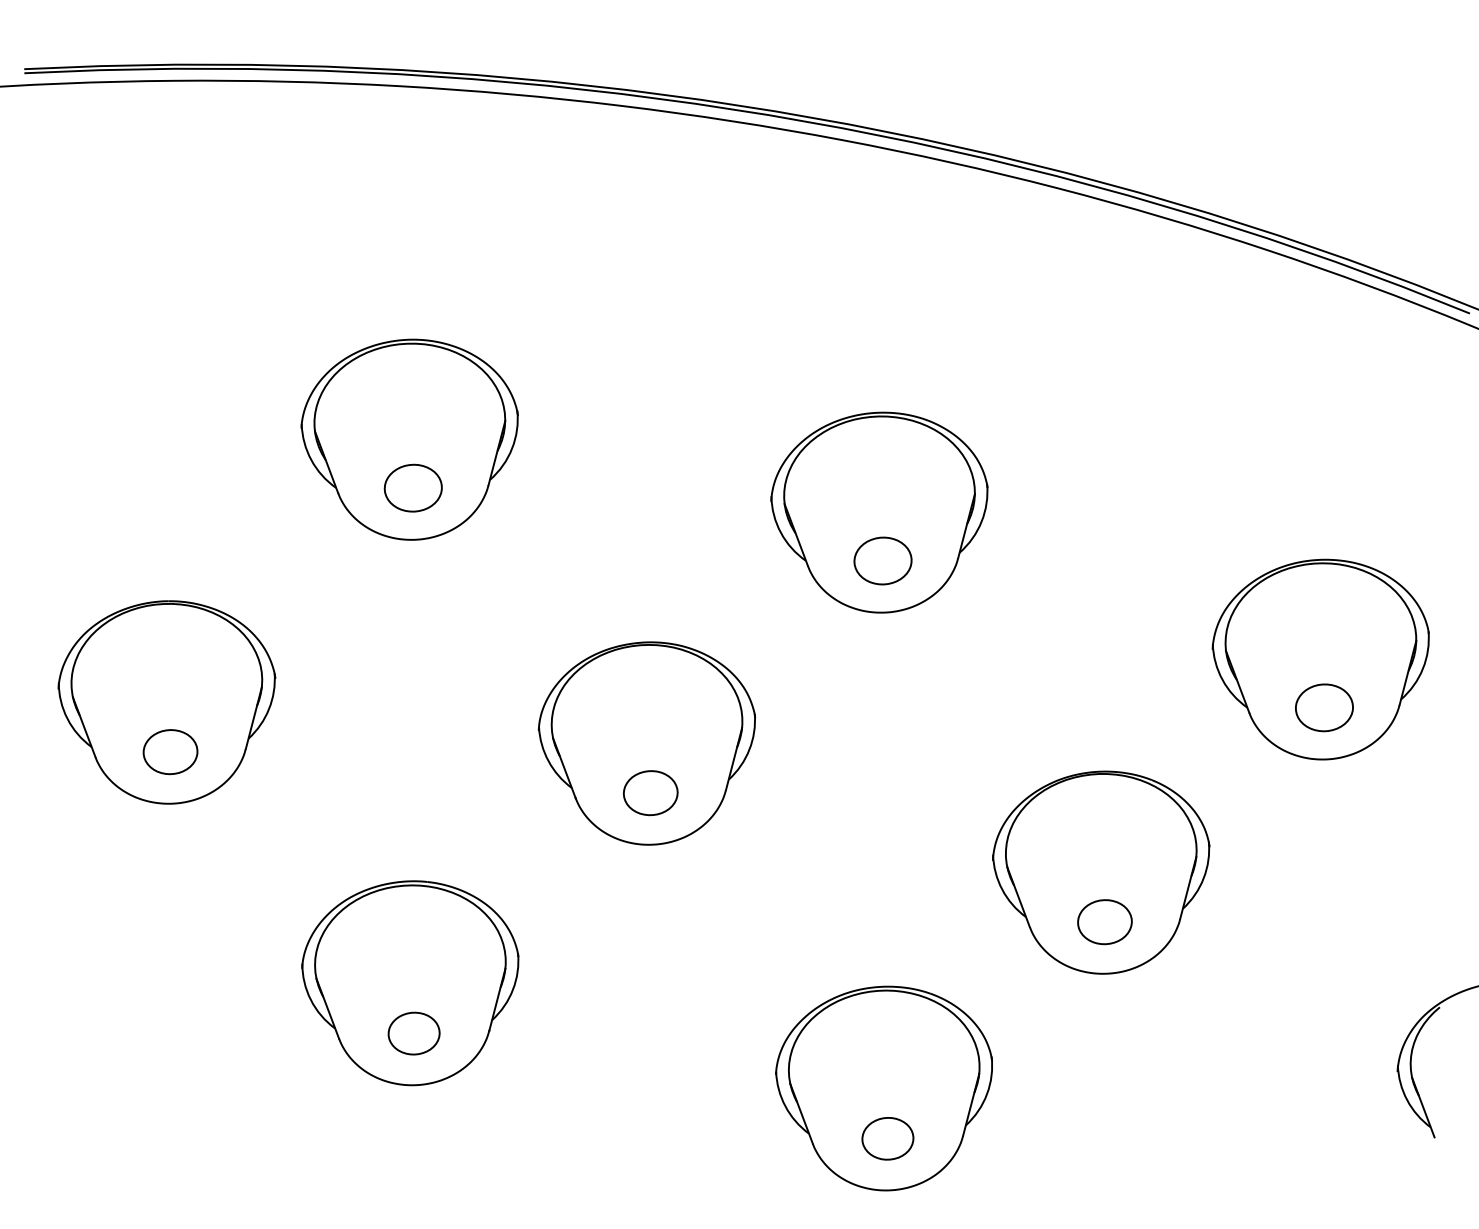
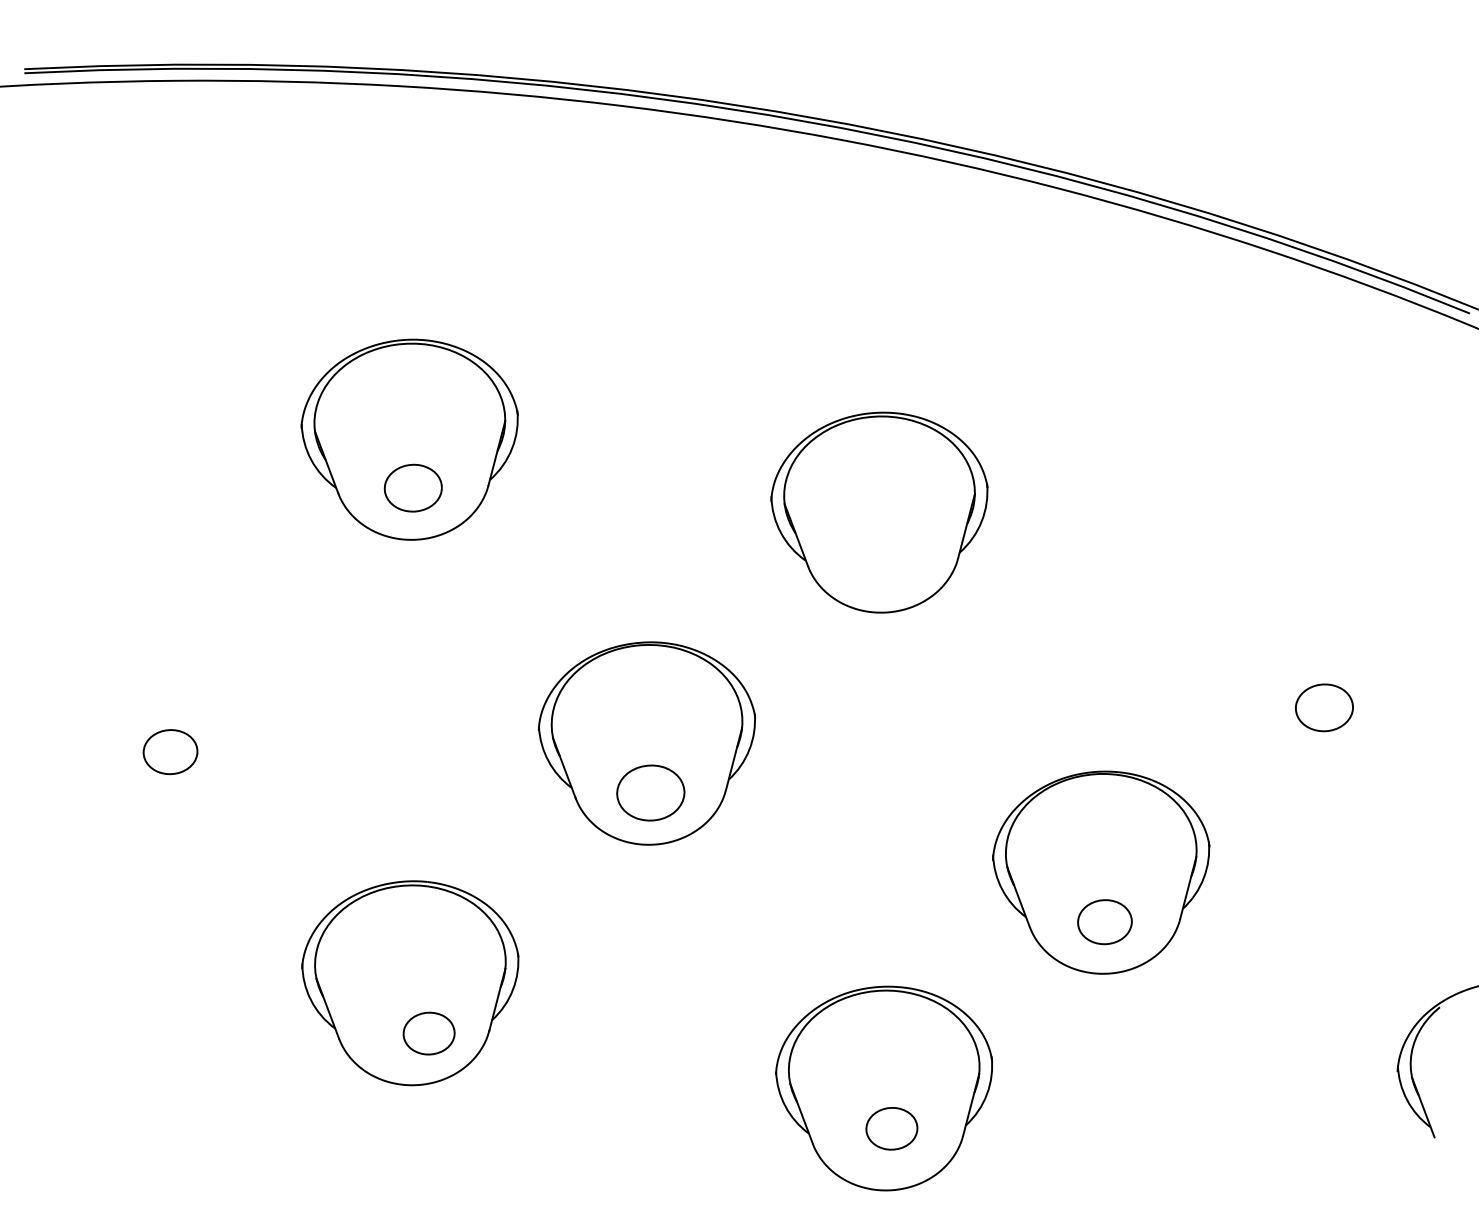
part at (882, 560): present -> none
part at (1320, 659): present -> none
part at (166, 702): present -> none
part at (650, 793) size: 57x47 px -> 70x58 px
part at (413, 1033) position: (413, 1033) -> (428, 1033)
part at (887, 1138) position: (887, 1138) -> (891, 1128)
